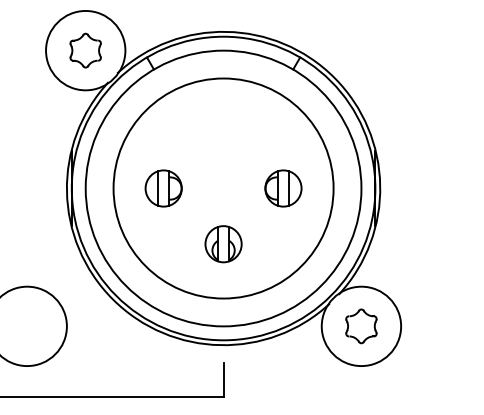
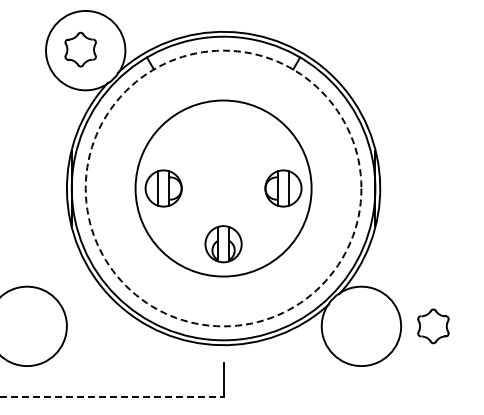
part at (85, 50) position: (85, 50) -> (80, 49)
circle at (223, 188) diameter: 220 px -> 176 px
circle at (223, 188): solid -> dashed
part at (361, 326) position: (361, 326) -> (433, 326)
line at (111, 396): solid -> dashed
